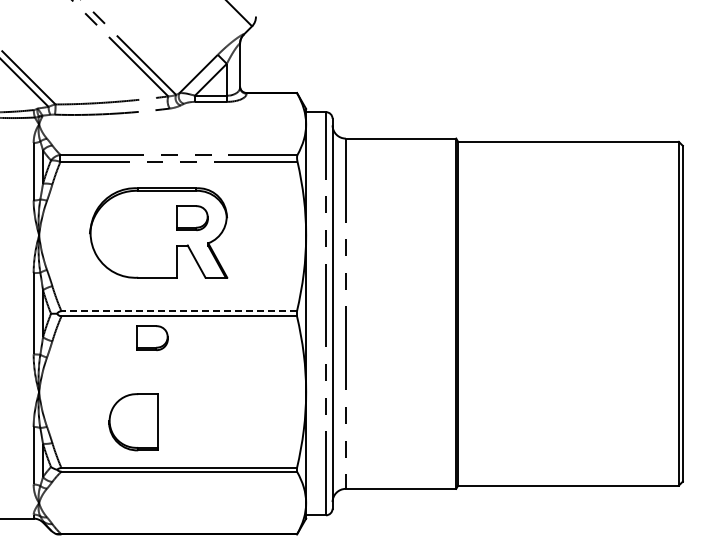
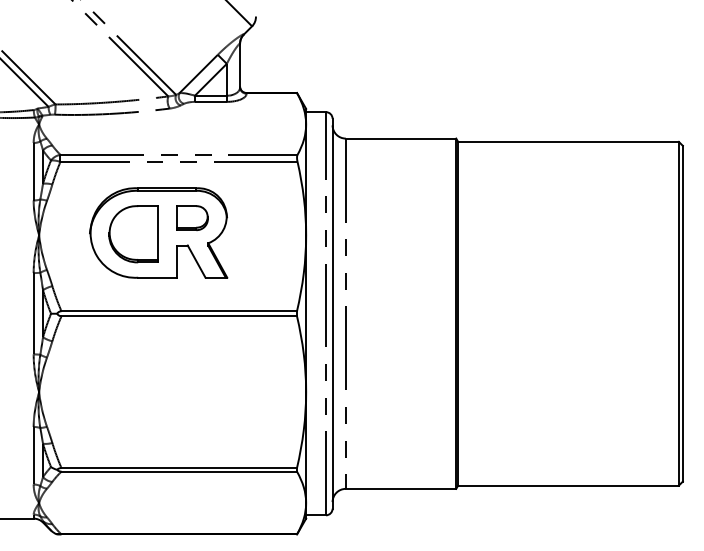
line at (179, 311): dashed -> solid
part at (152, 338): present -> none
part at (133, 422) position: (133, 422) -> (133, 234)
